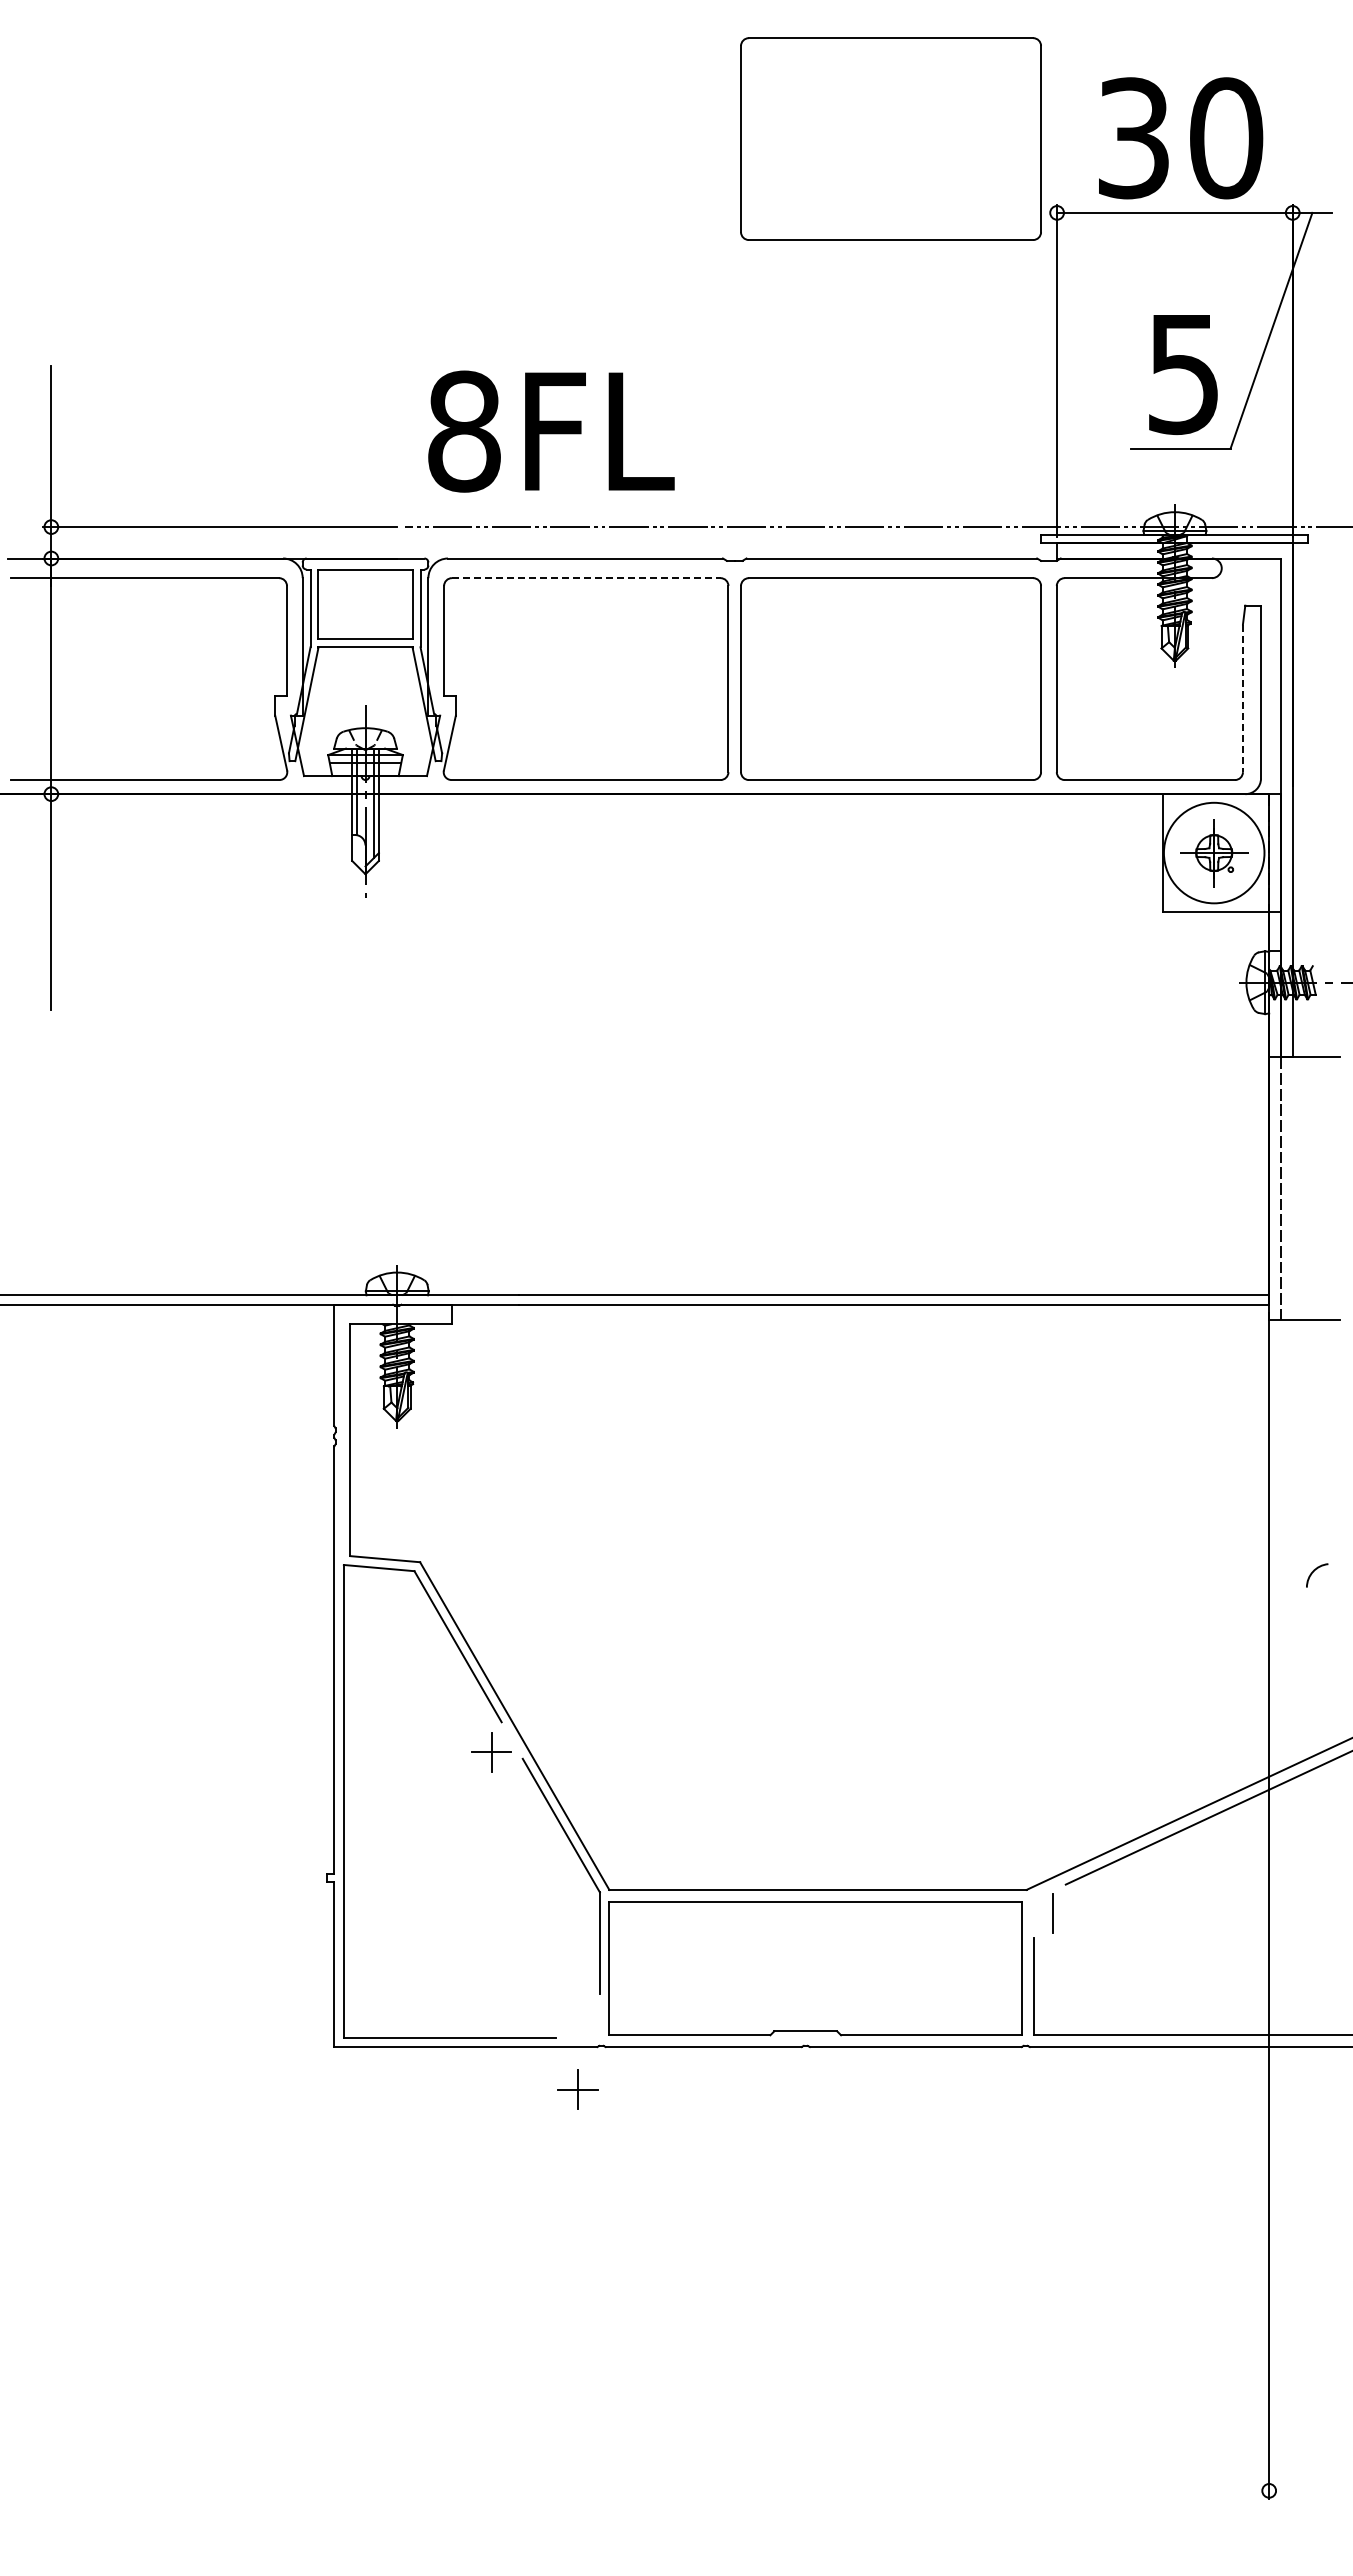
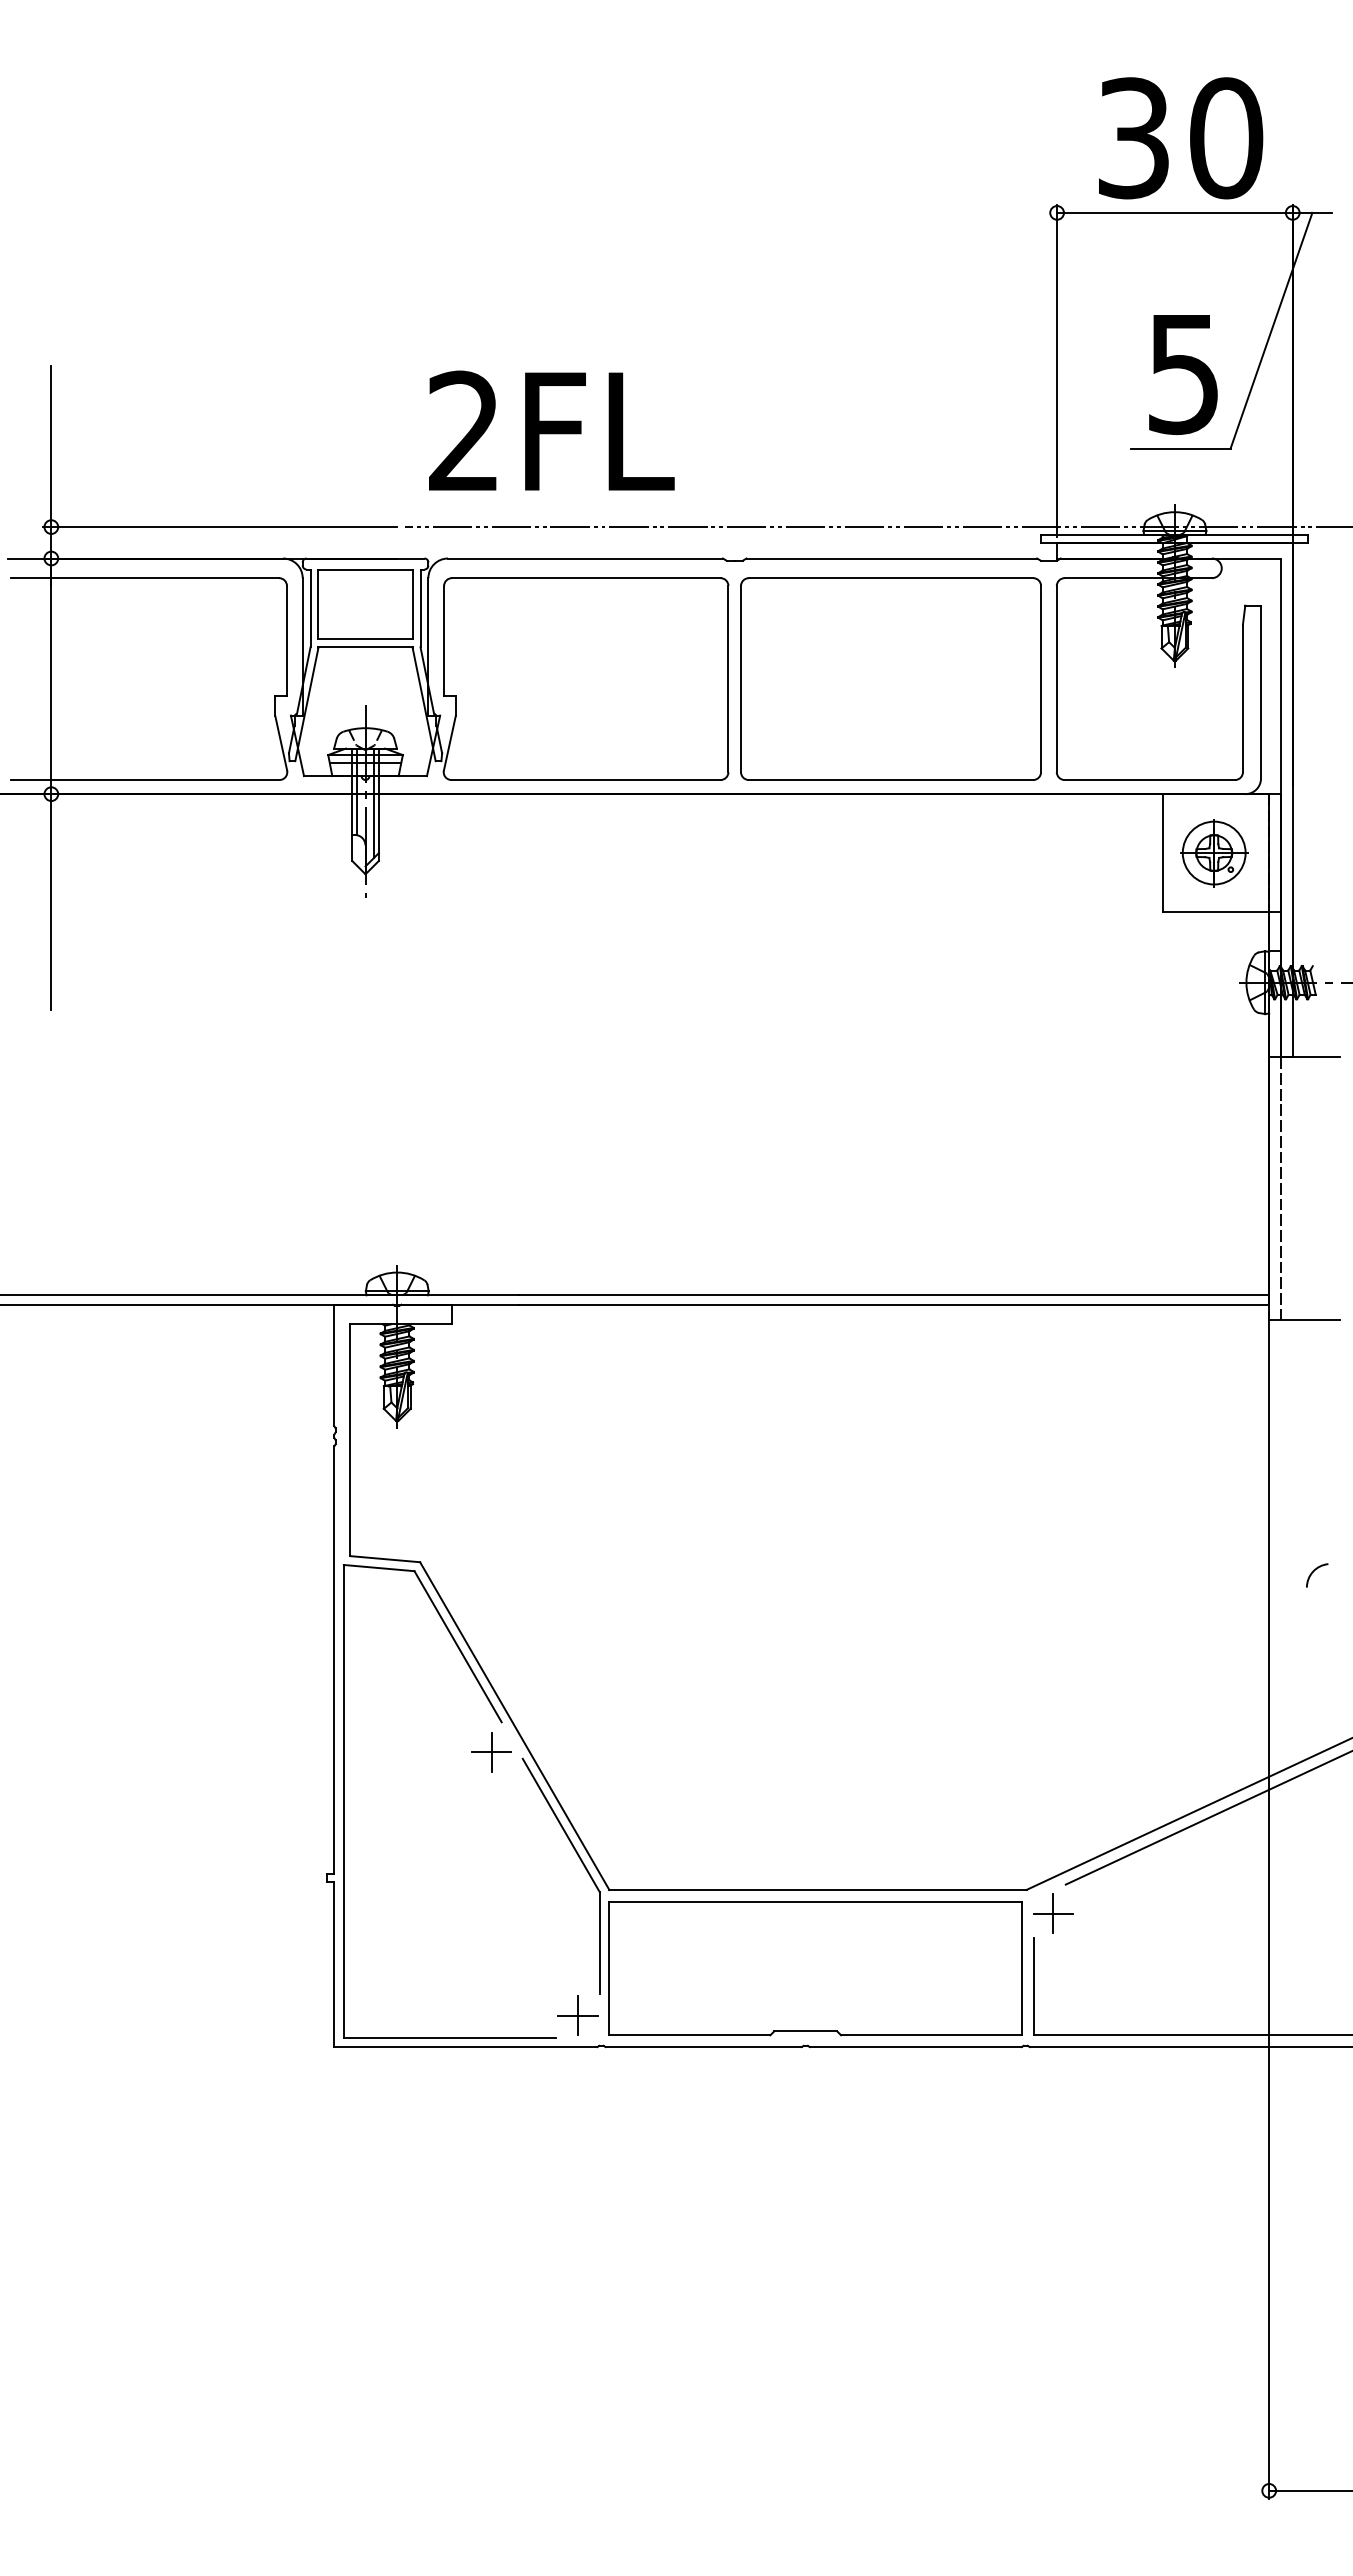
part at (890, 138): present -> none
text at (464, 431): 8FL -> 2FL
line at (586, 578): dashed -> solid
line at (1242, 698): dashed -> solid
circle at (1213, 852) diameter: 101 px -> 63 px
line at (1052, 1913): none -> present
part at (577, 2089) position: (577, 2089) -> (577, 2015)
line at (1309, 2490): none -> present
